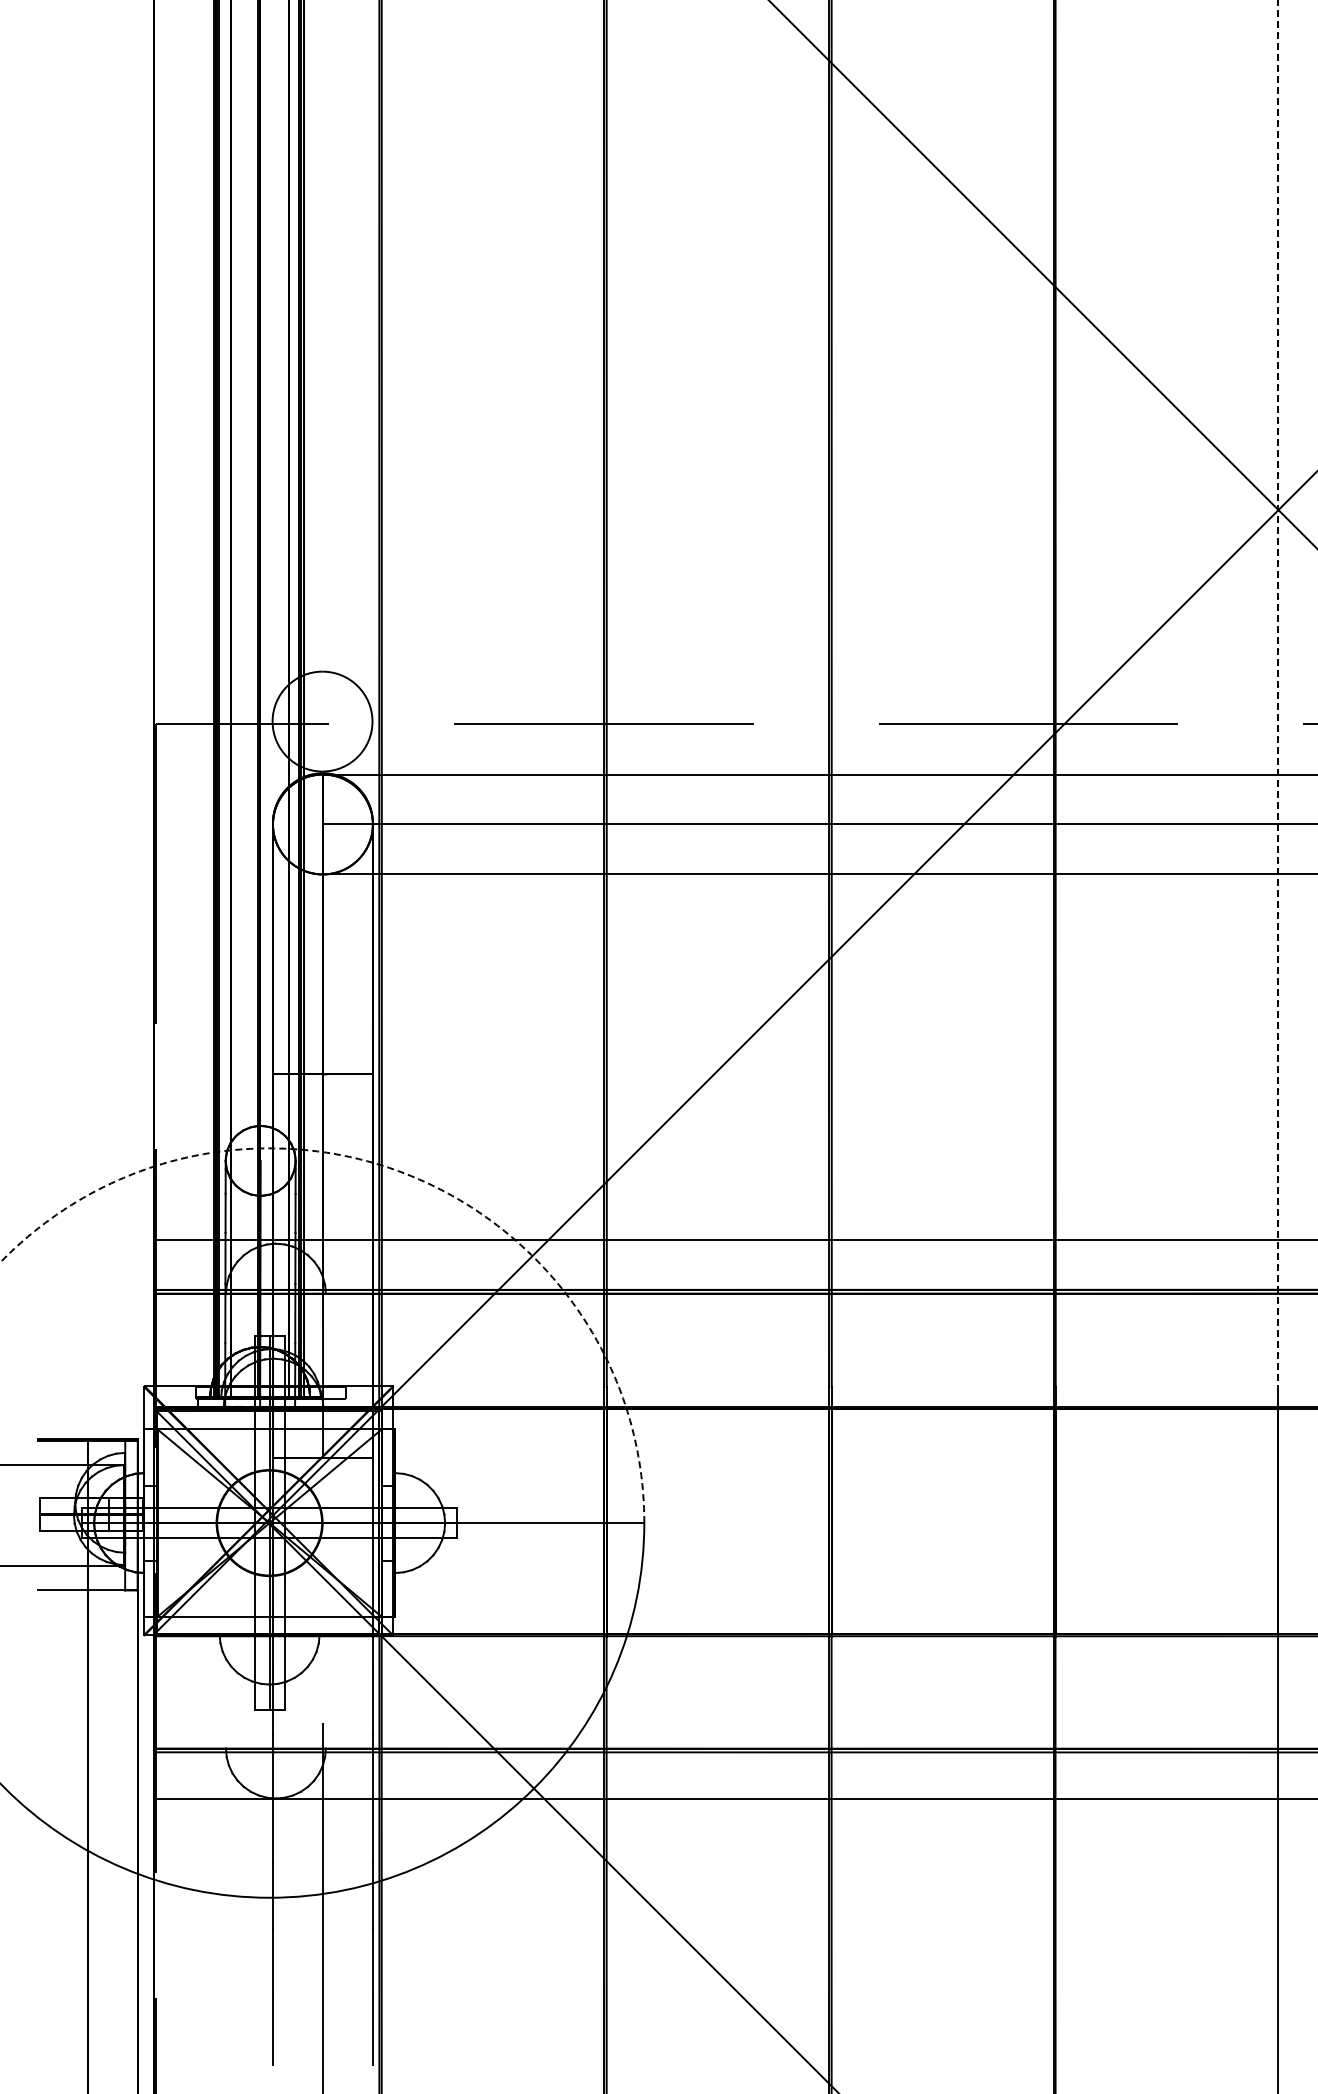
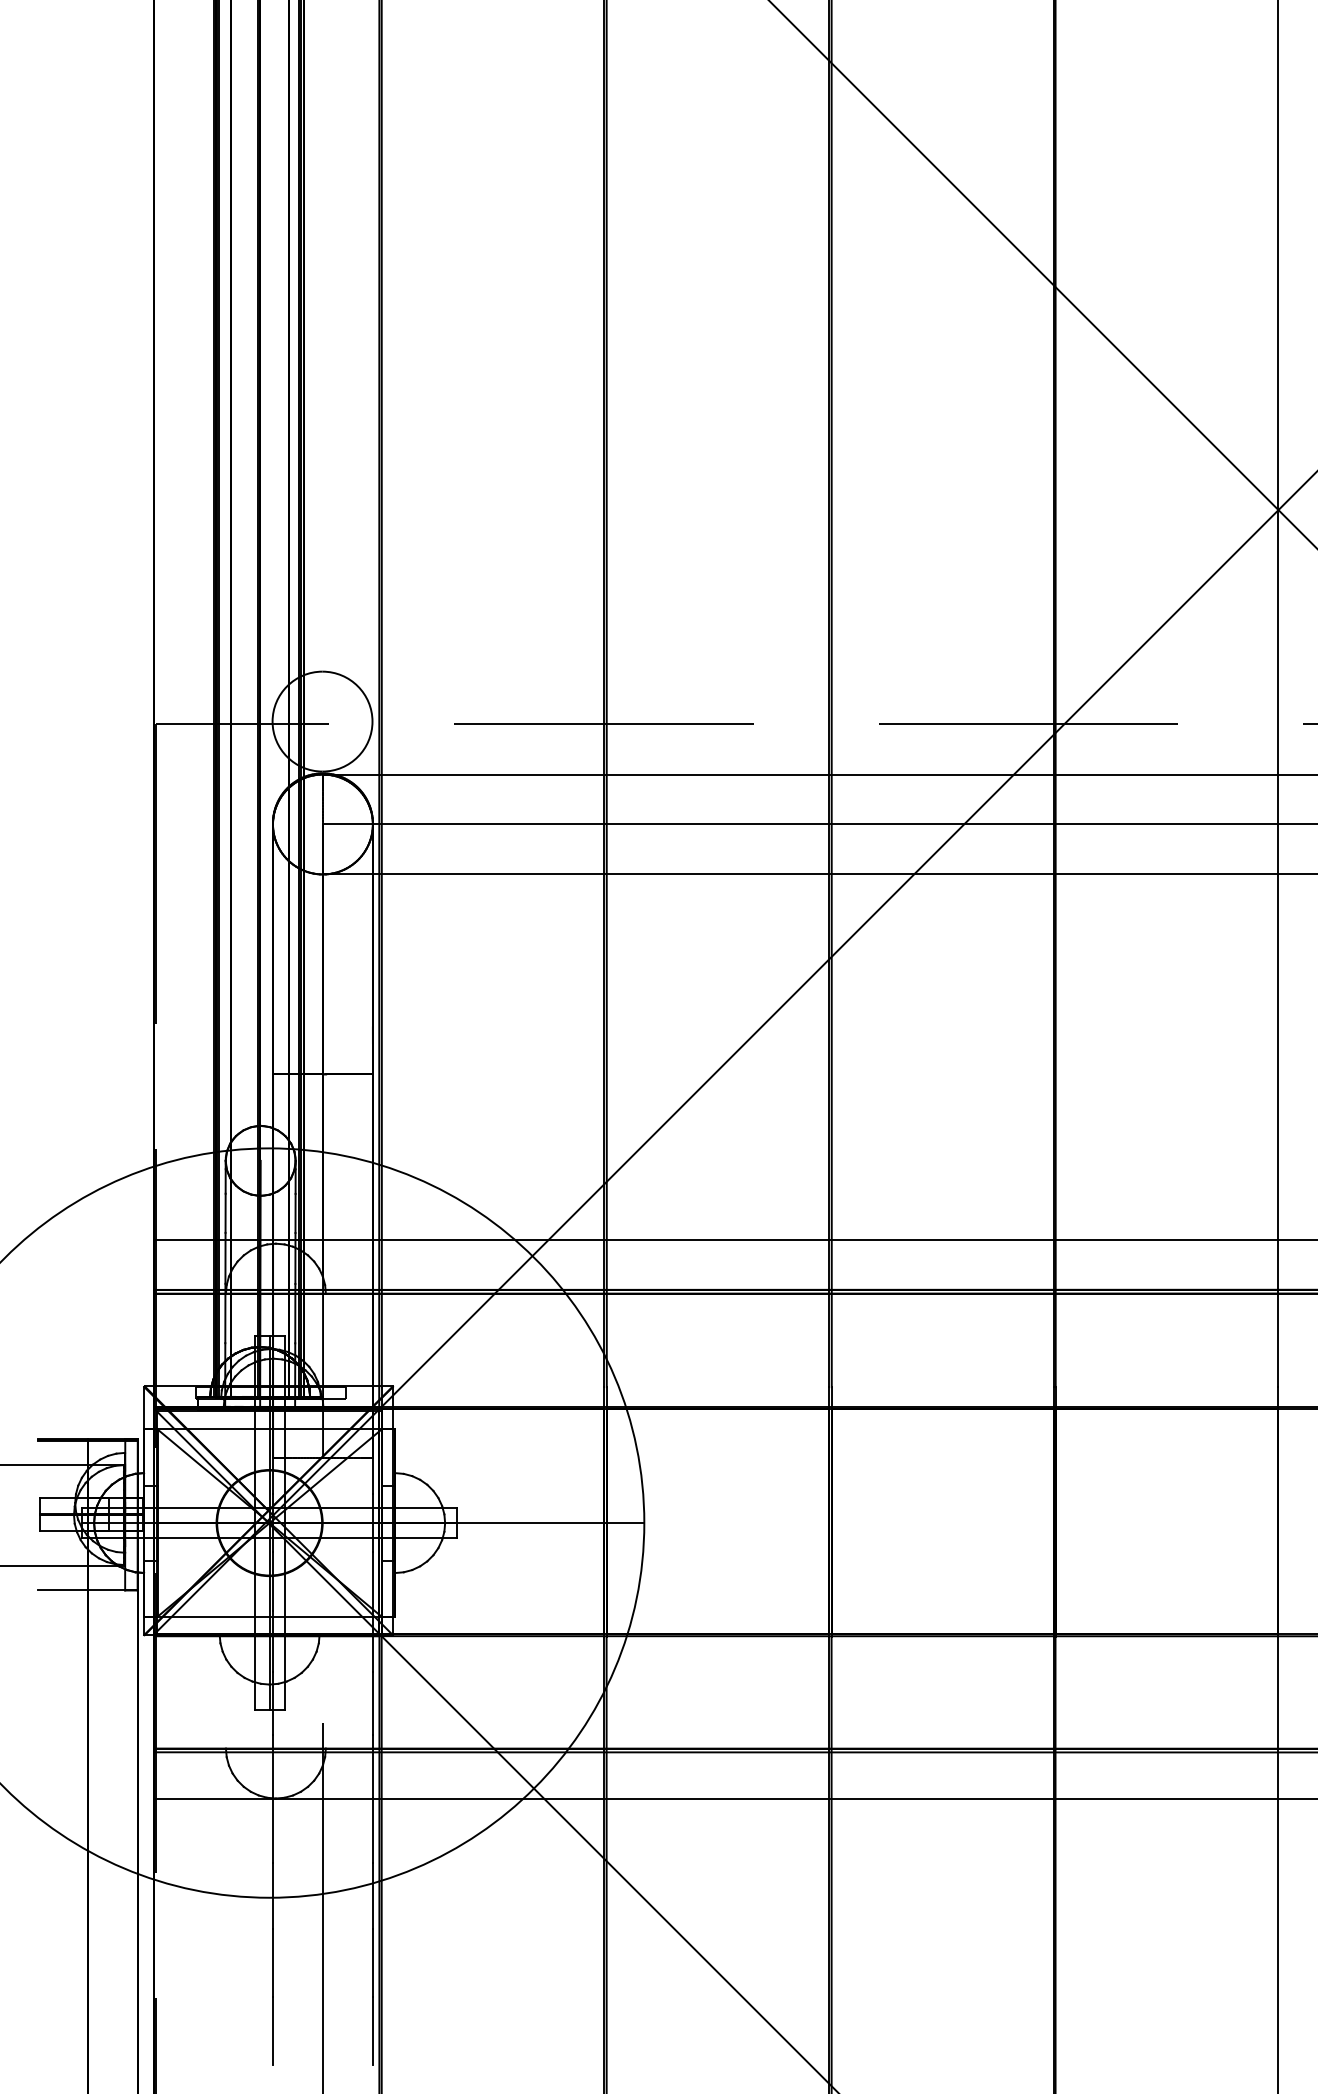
line at (1278, 694): dashed -> solid
arc at (411, 1176): dashed -> solid
